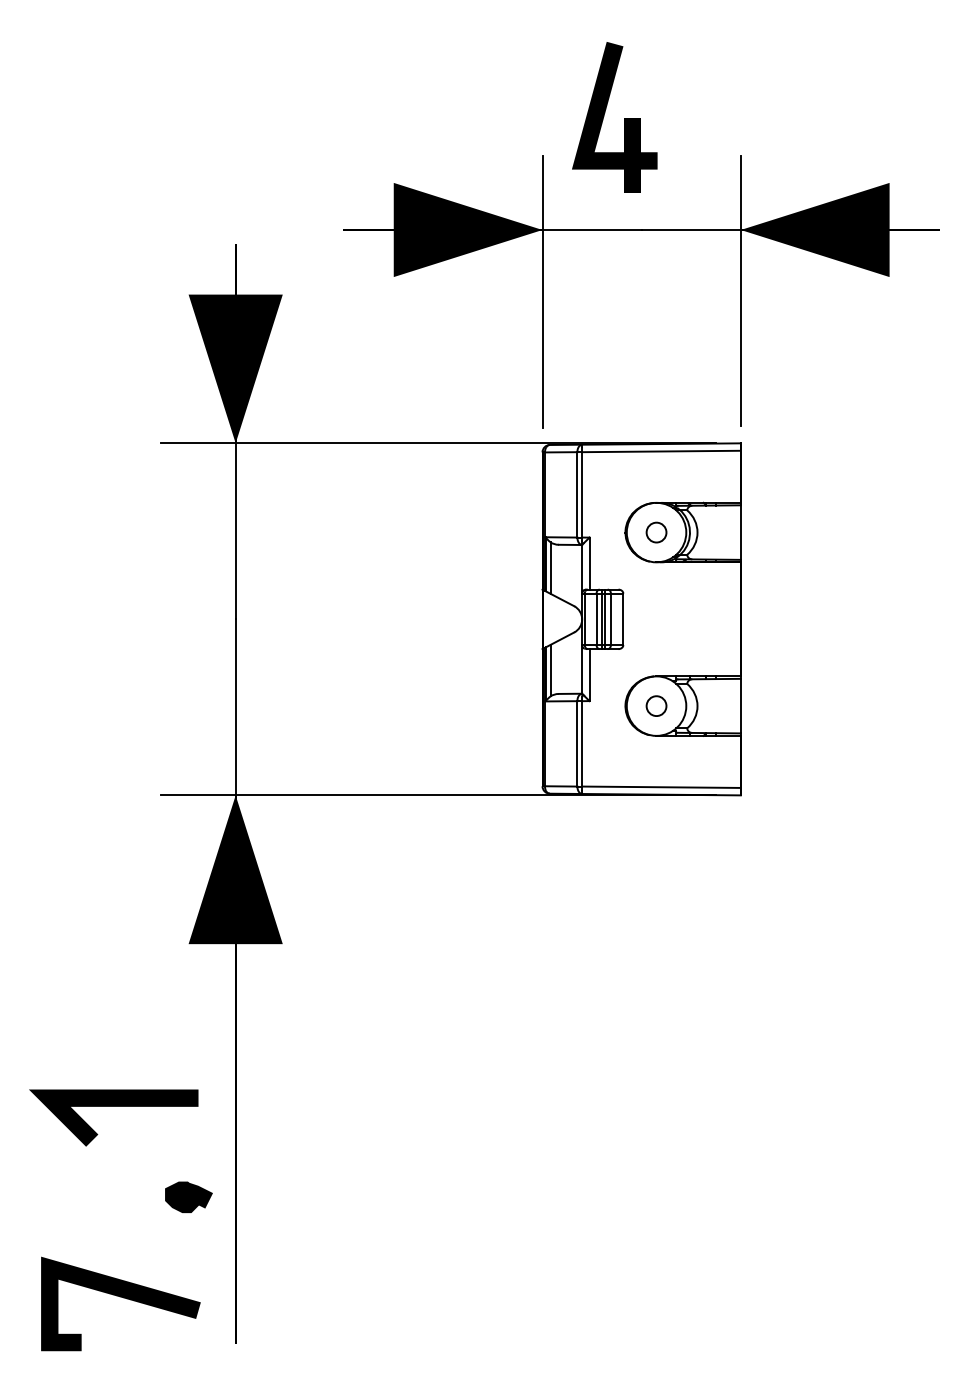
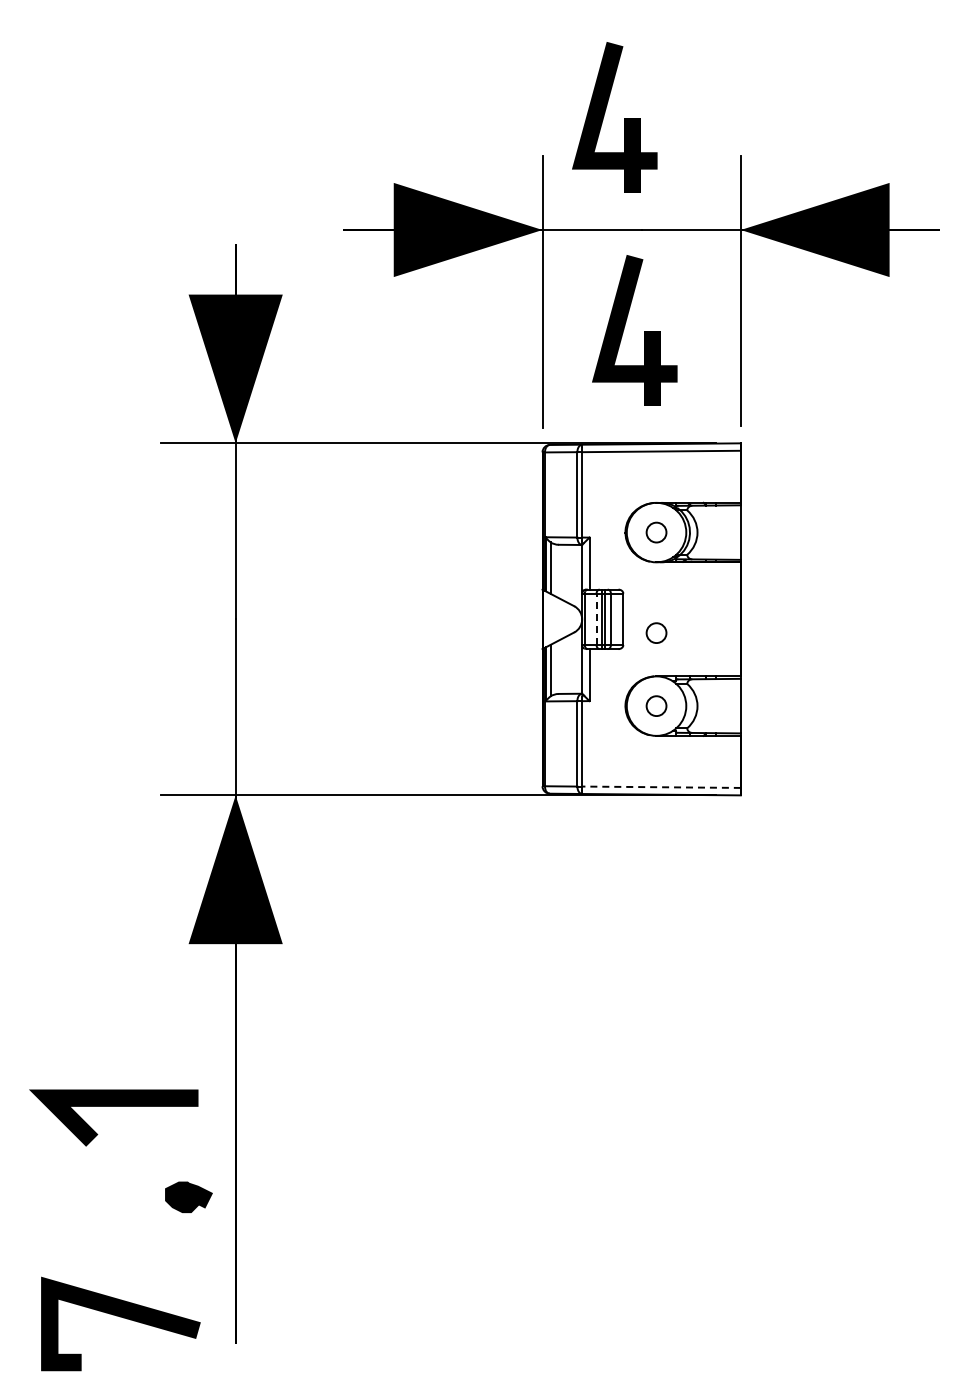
part at (625, 326): none -> present
line at (596, 619): solid -> dashed
circle at (656, 632): none -> present
line at (661, 787): solid -> dashed
line at (123, 1298) position: (123, 1298) -> (123, 1318)
